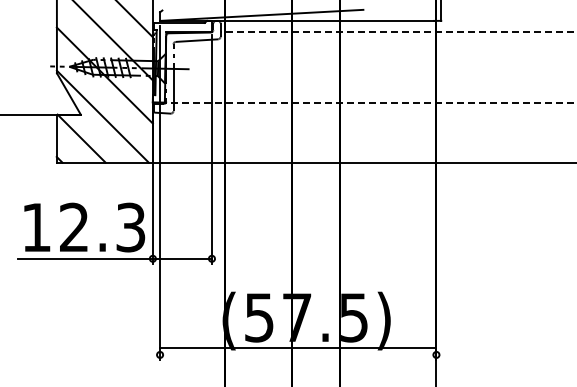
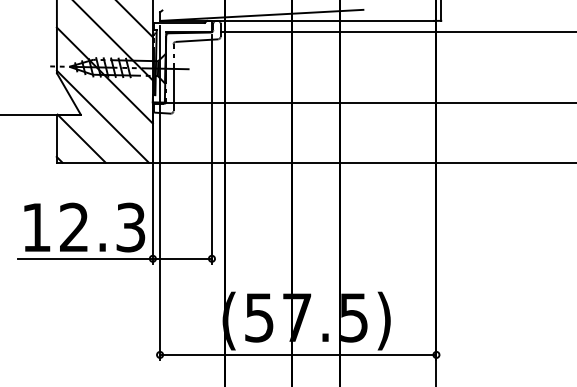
line at (398, 32): dashed -> solid
line at (369, 102): dashed -> solid
line at (298, 347) position: (298, 347) -> (298, 354)
